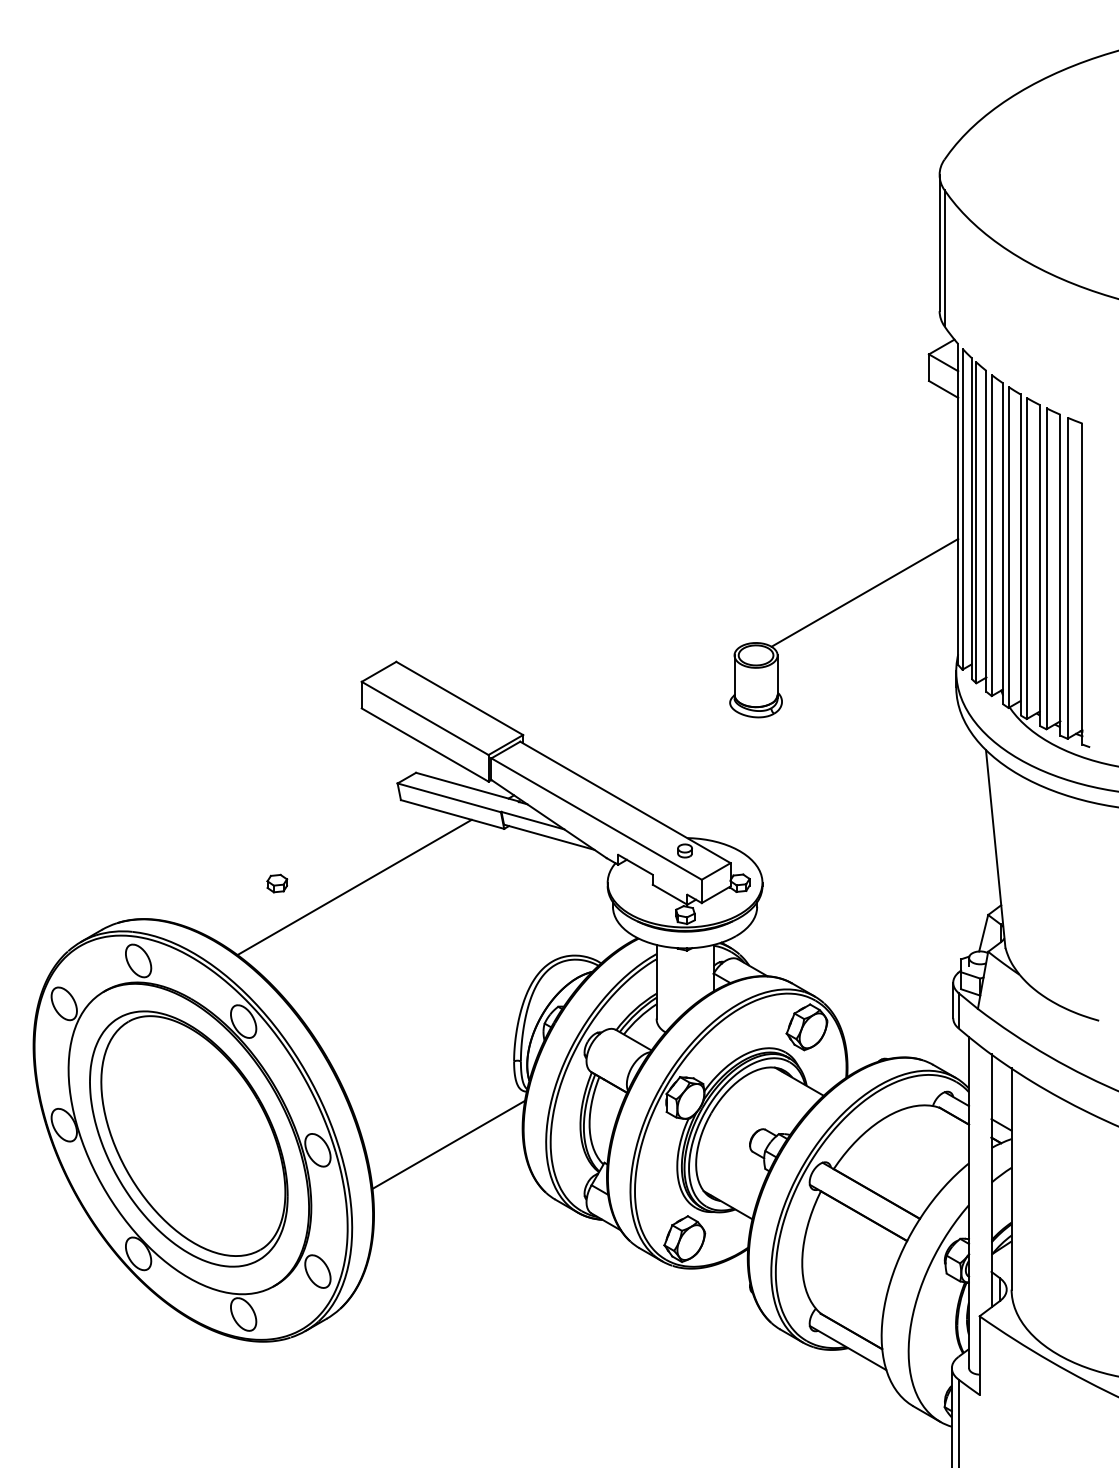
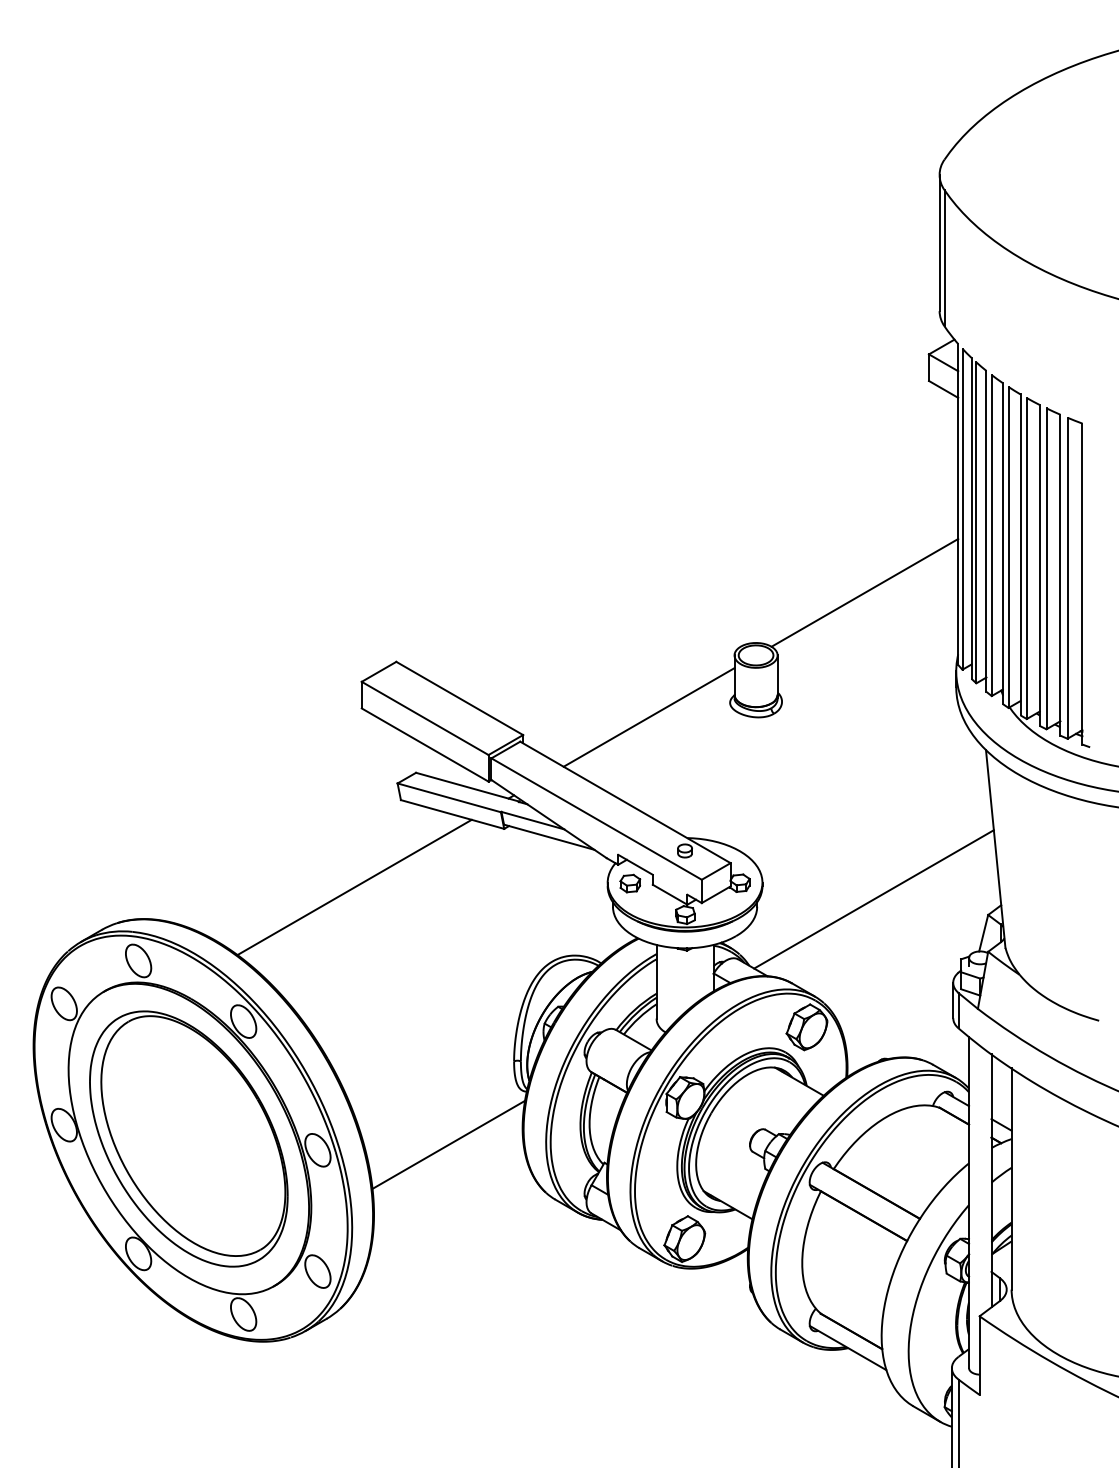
line at (648, 717): none -> present
part at (277, 883) position: (277, 883) -> (630, 883)
line at (873, 899): none -> present
